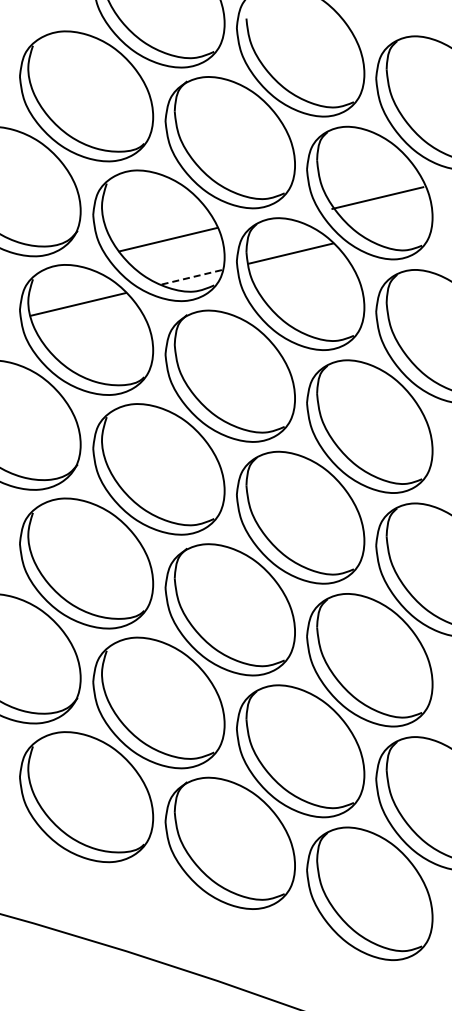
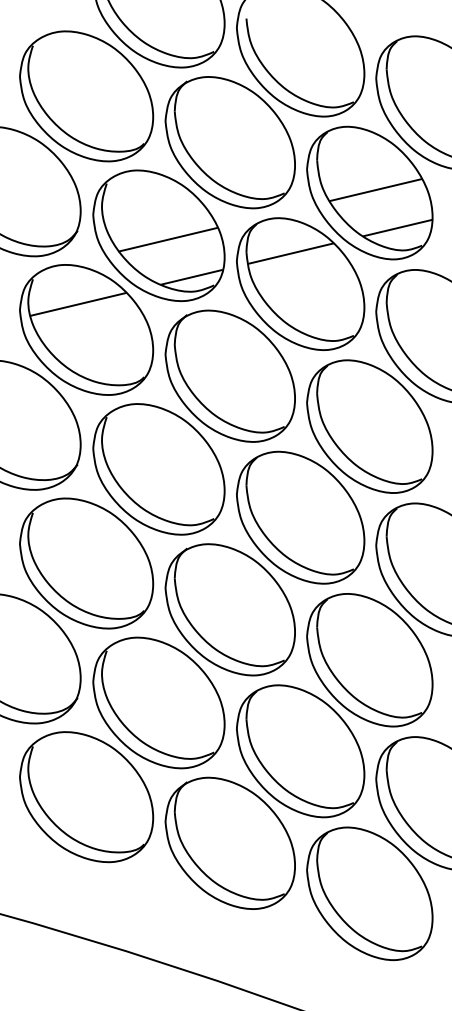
line at (377, 197) position: (377, 197) -> (375, 189)
line at (398, 227): none -> present
line at (191, 277): dashed -> solid
